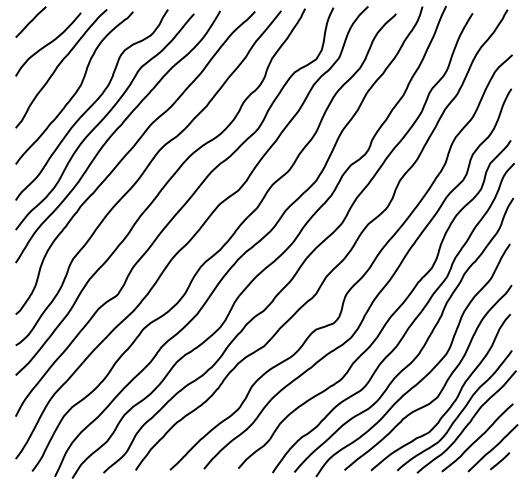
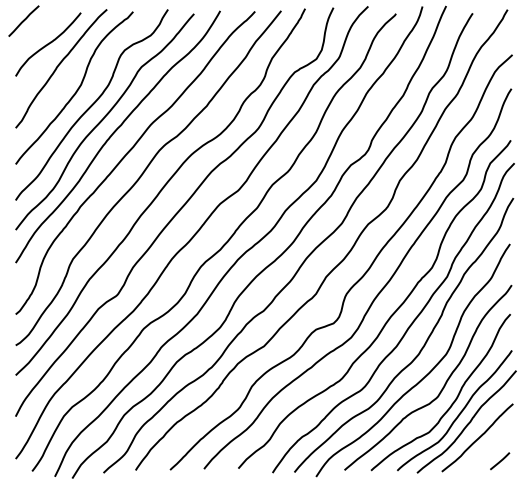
line at (30, 21) position: (30, 21) -> (23, 20)
line at (492, 448): present -> none
